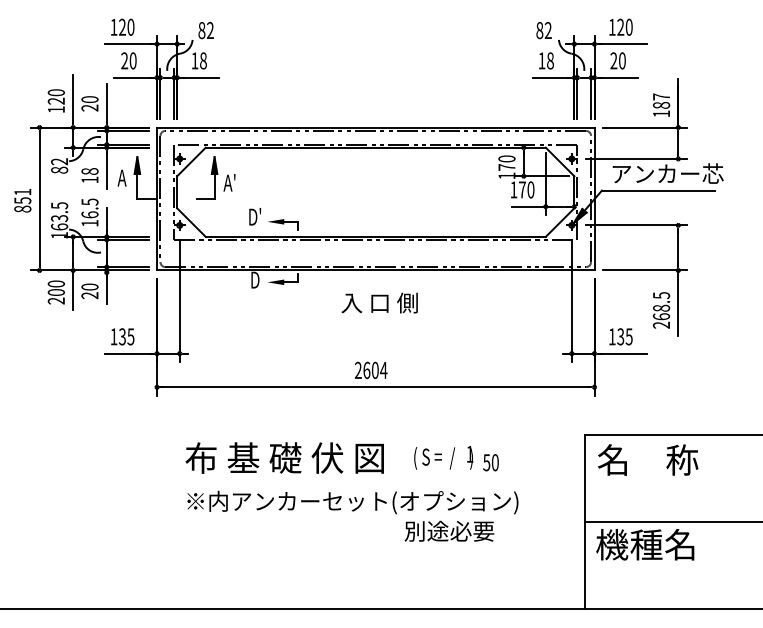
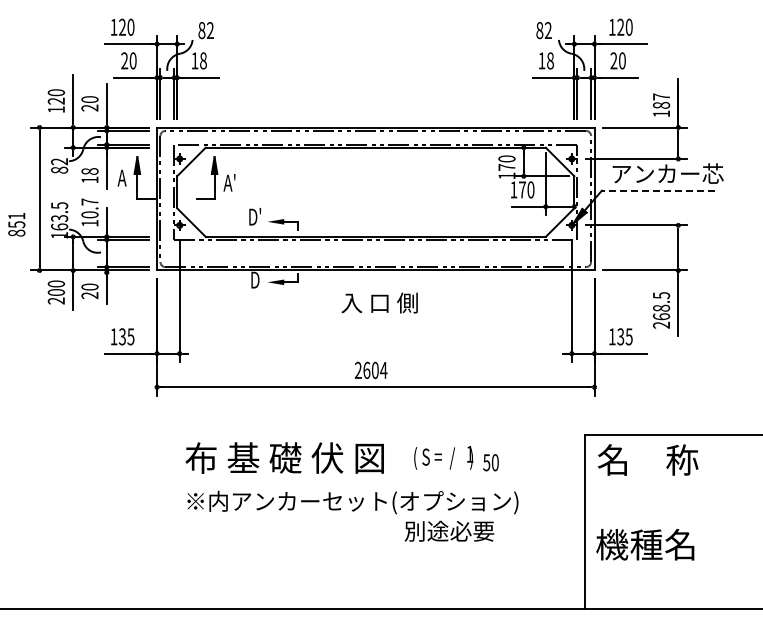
line at (658, 190): solid -> dashed
text at (22, 200) position: (22, 200) -> (16, 224)
text at (89, 208): 16.5 -> 10.7
line at (671, 522): present -> none
